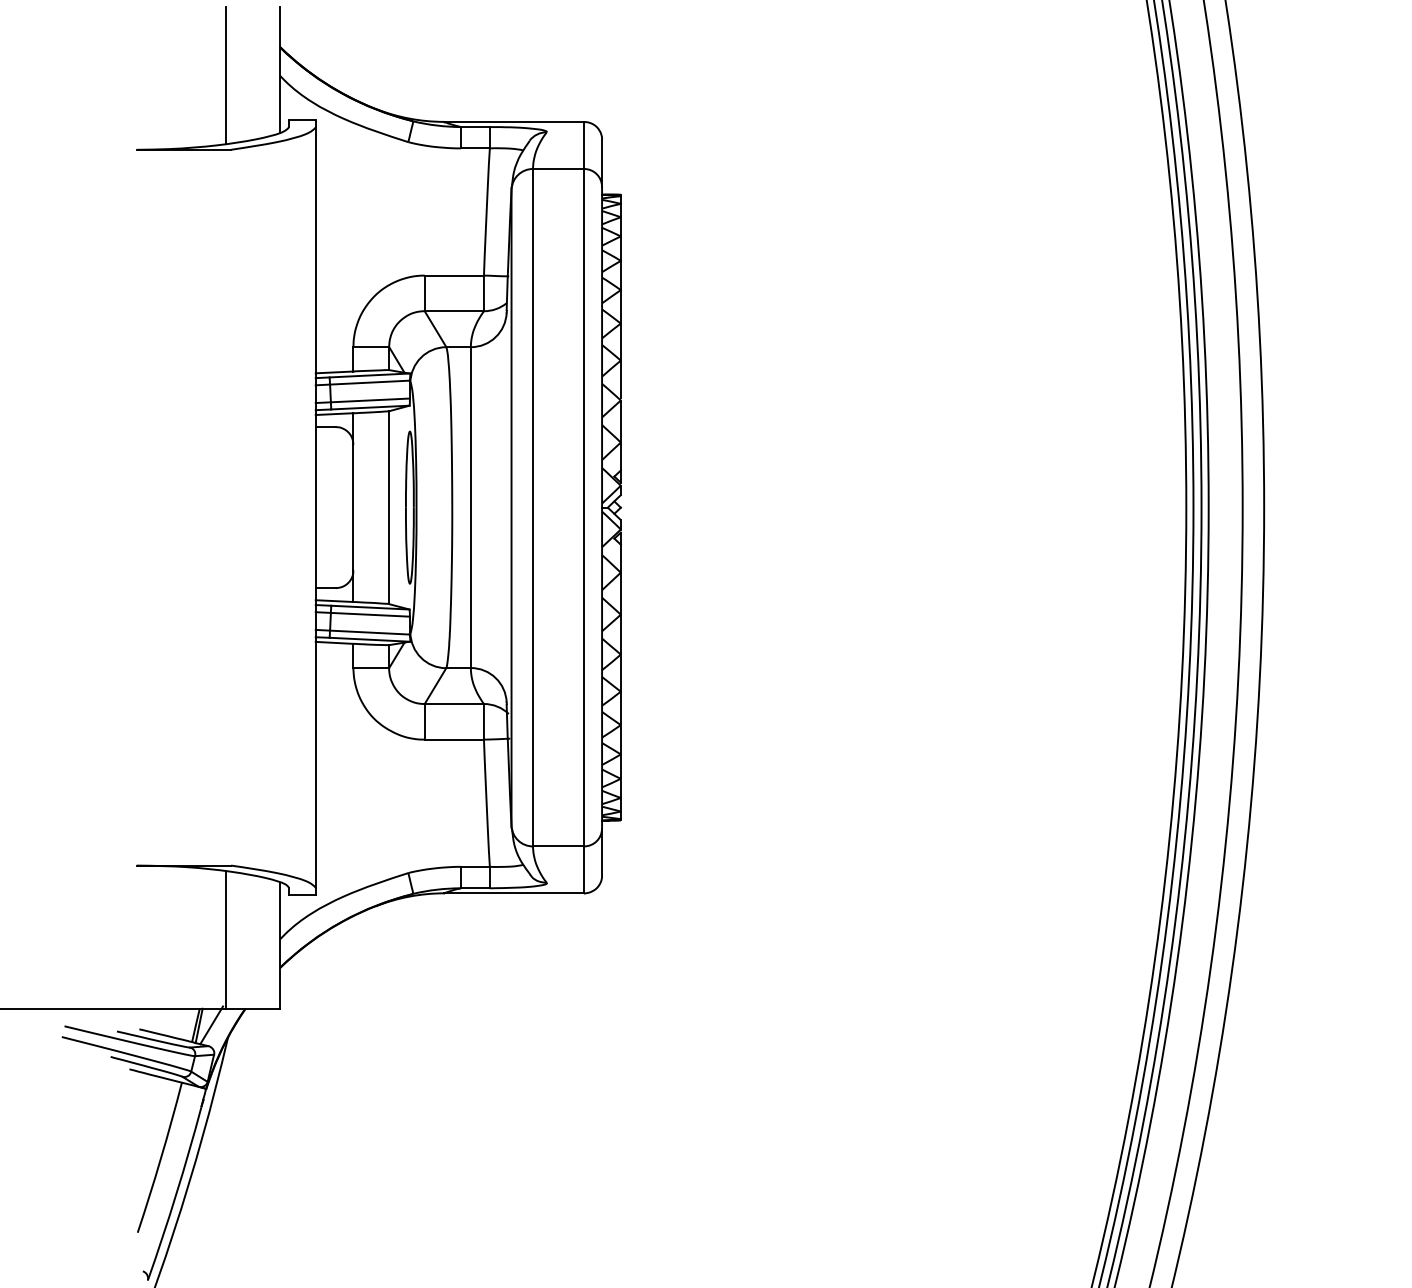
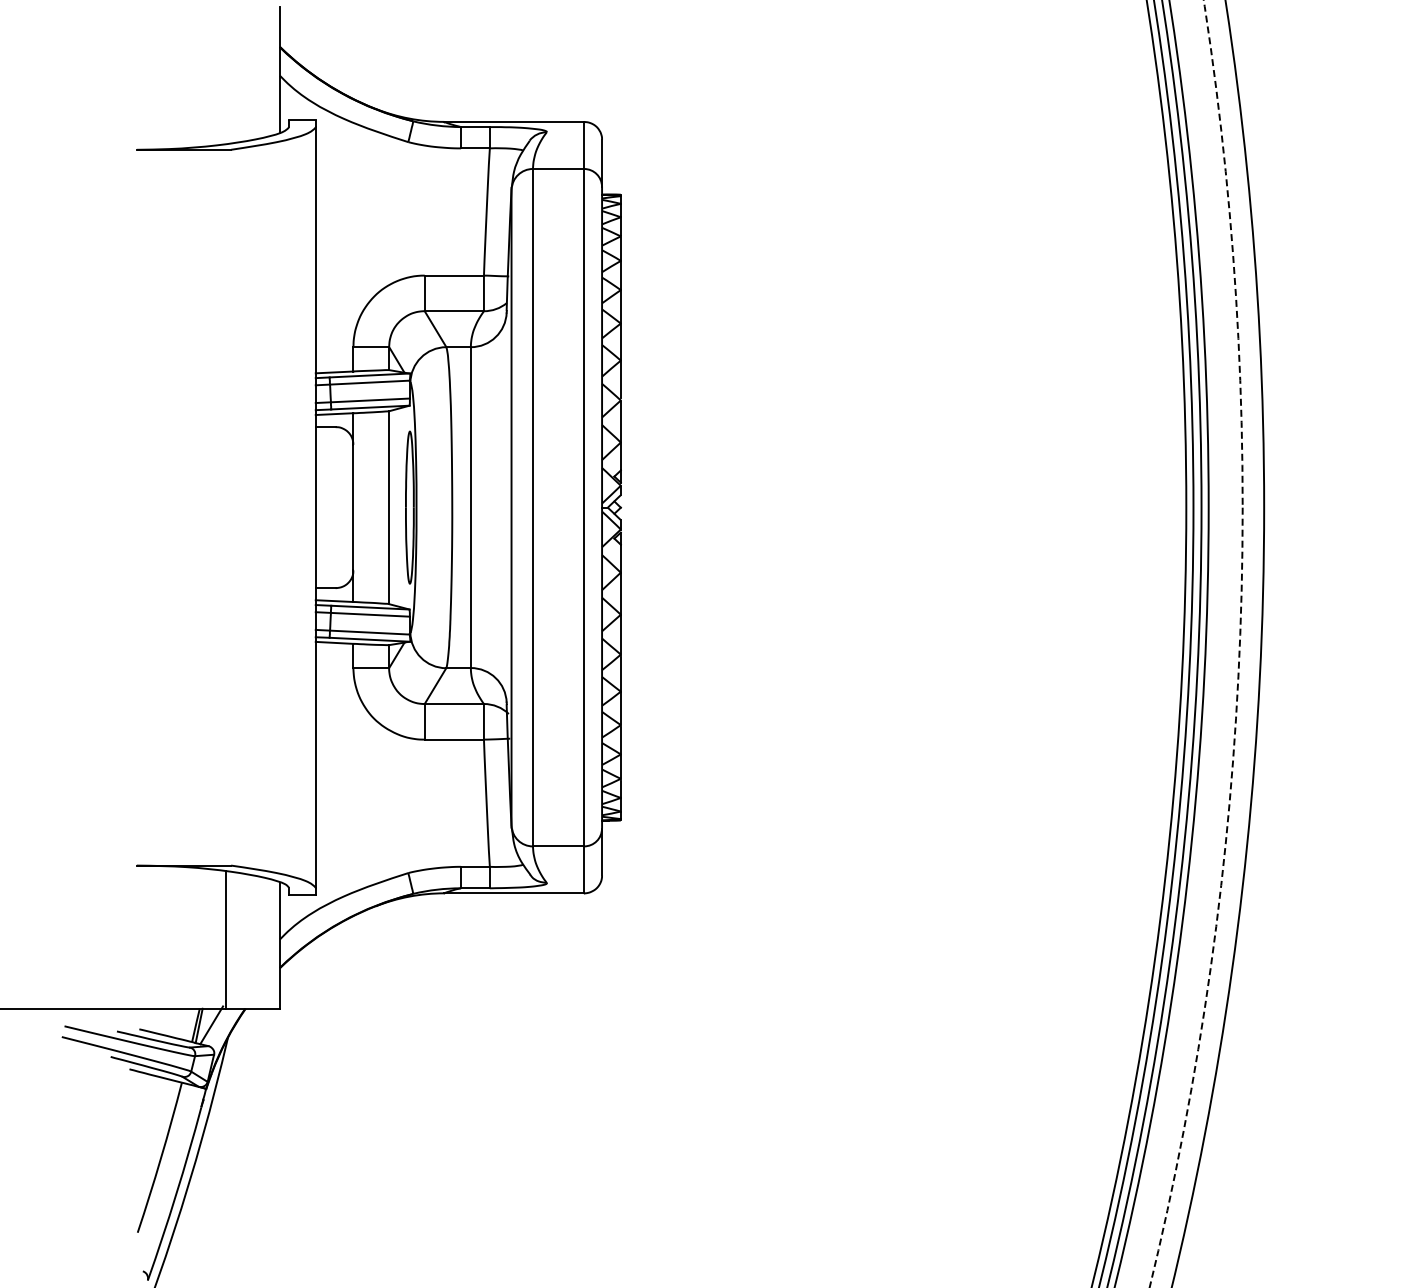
line at (226, 74): present -> none
circle at (1195, 643): solid -> dashed
